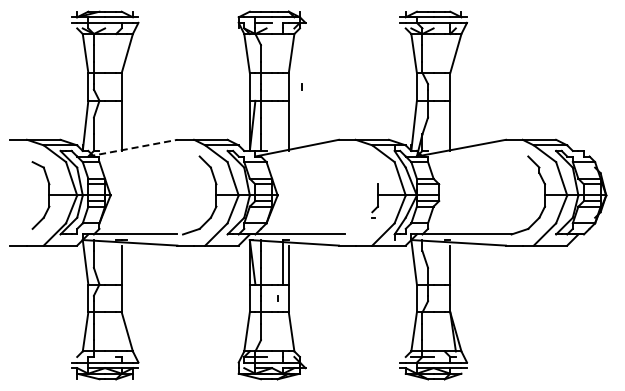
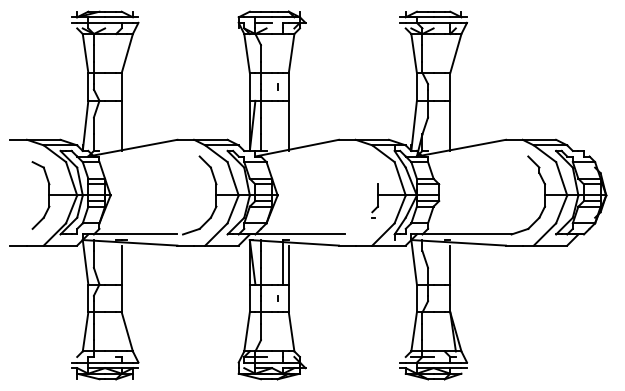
line at (301, 86) position: (301, 86) -> (277, 86)
line at (133, 148): dashed -> solid
